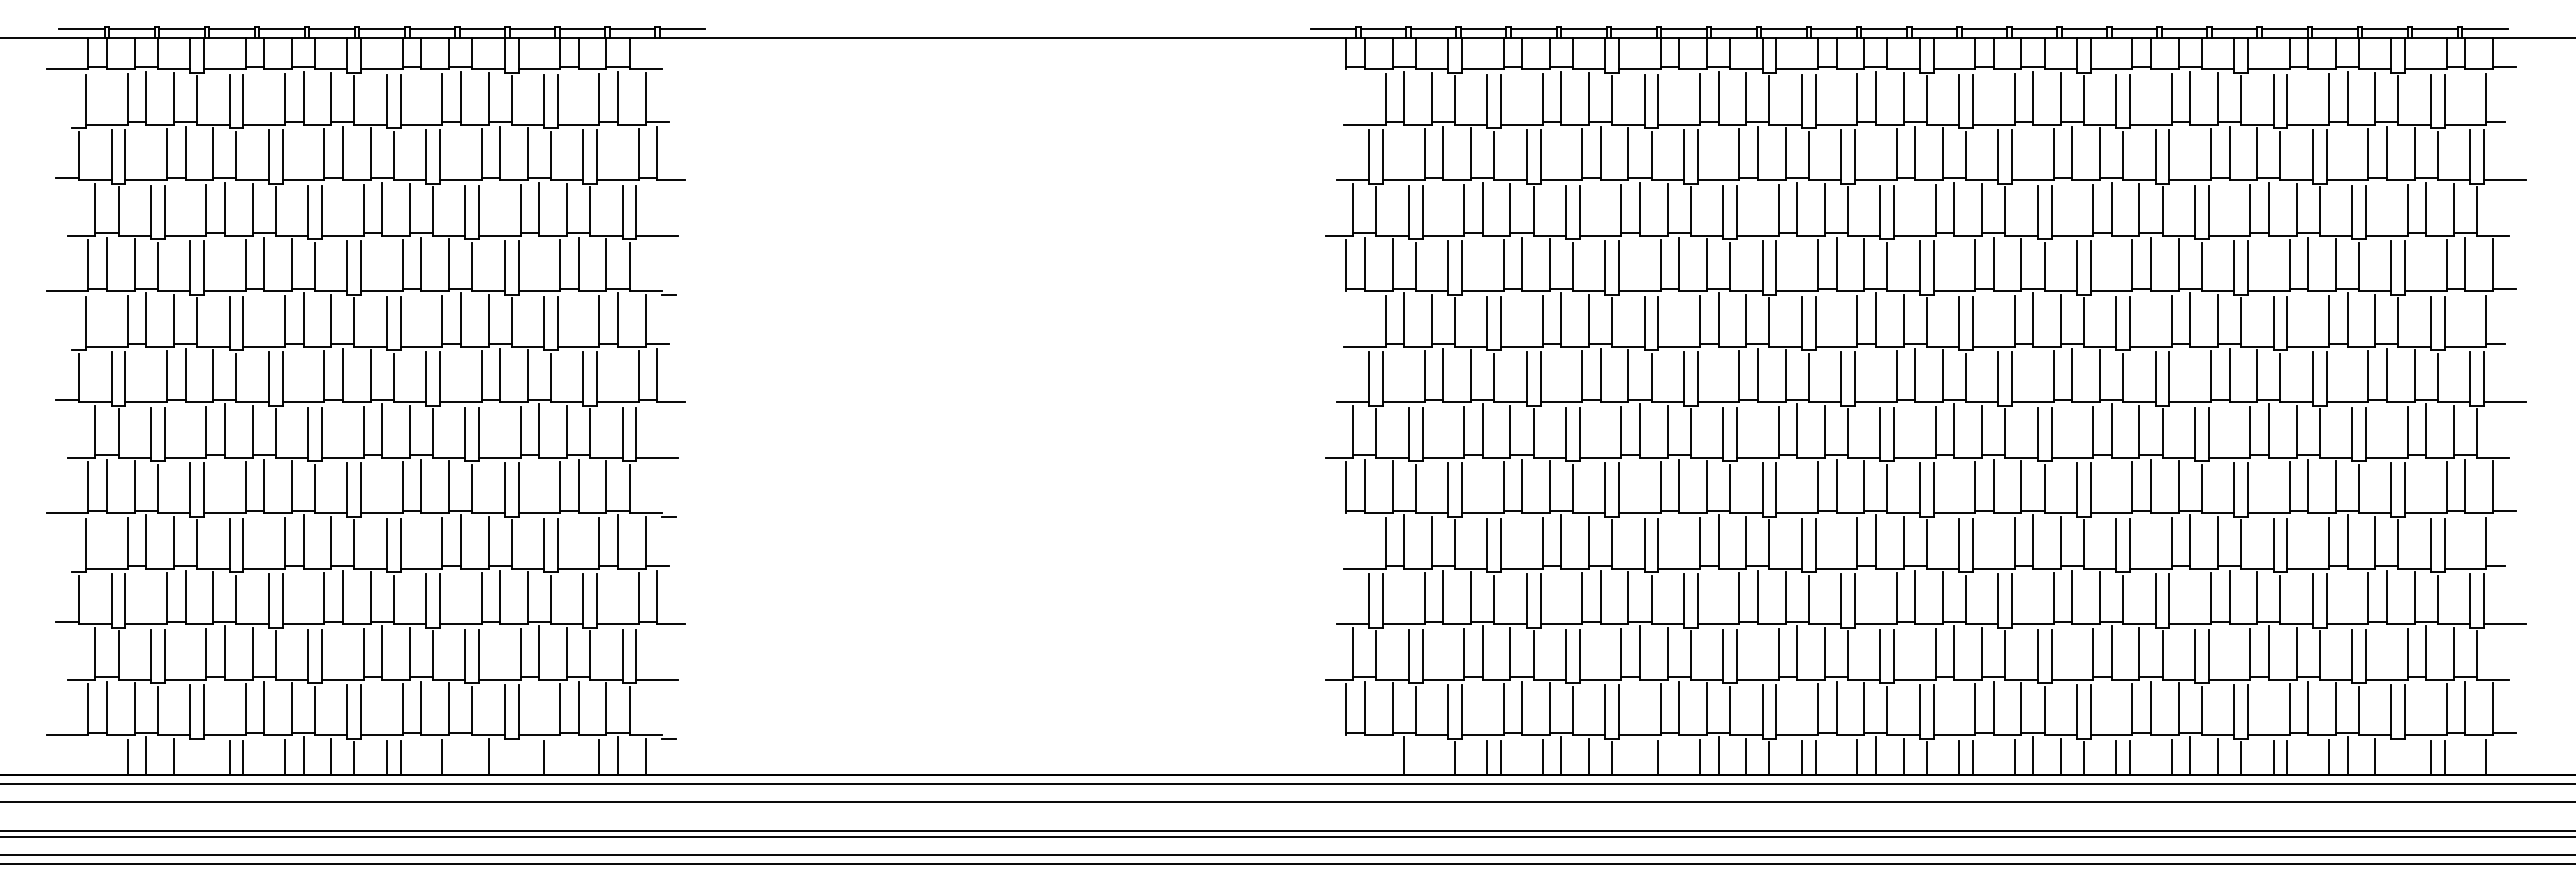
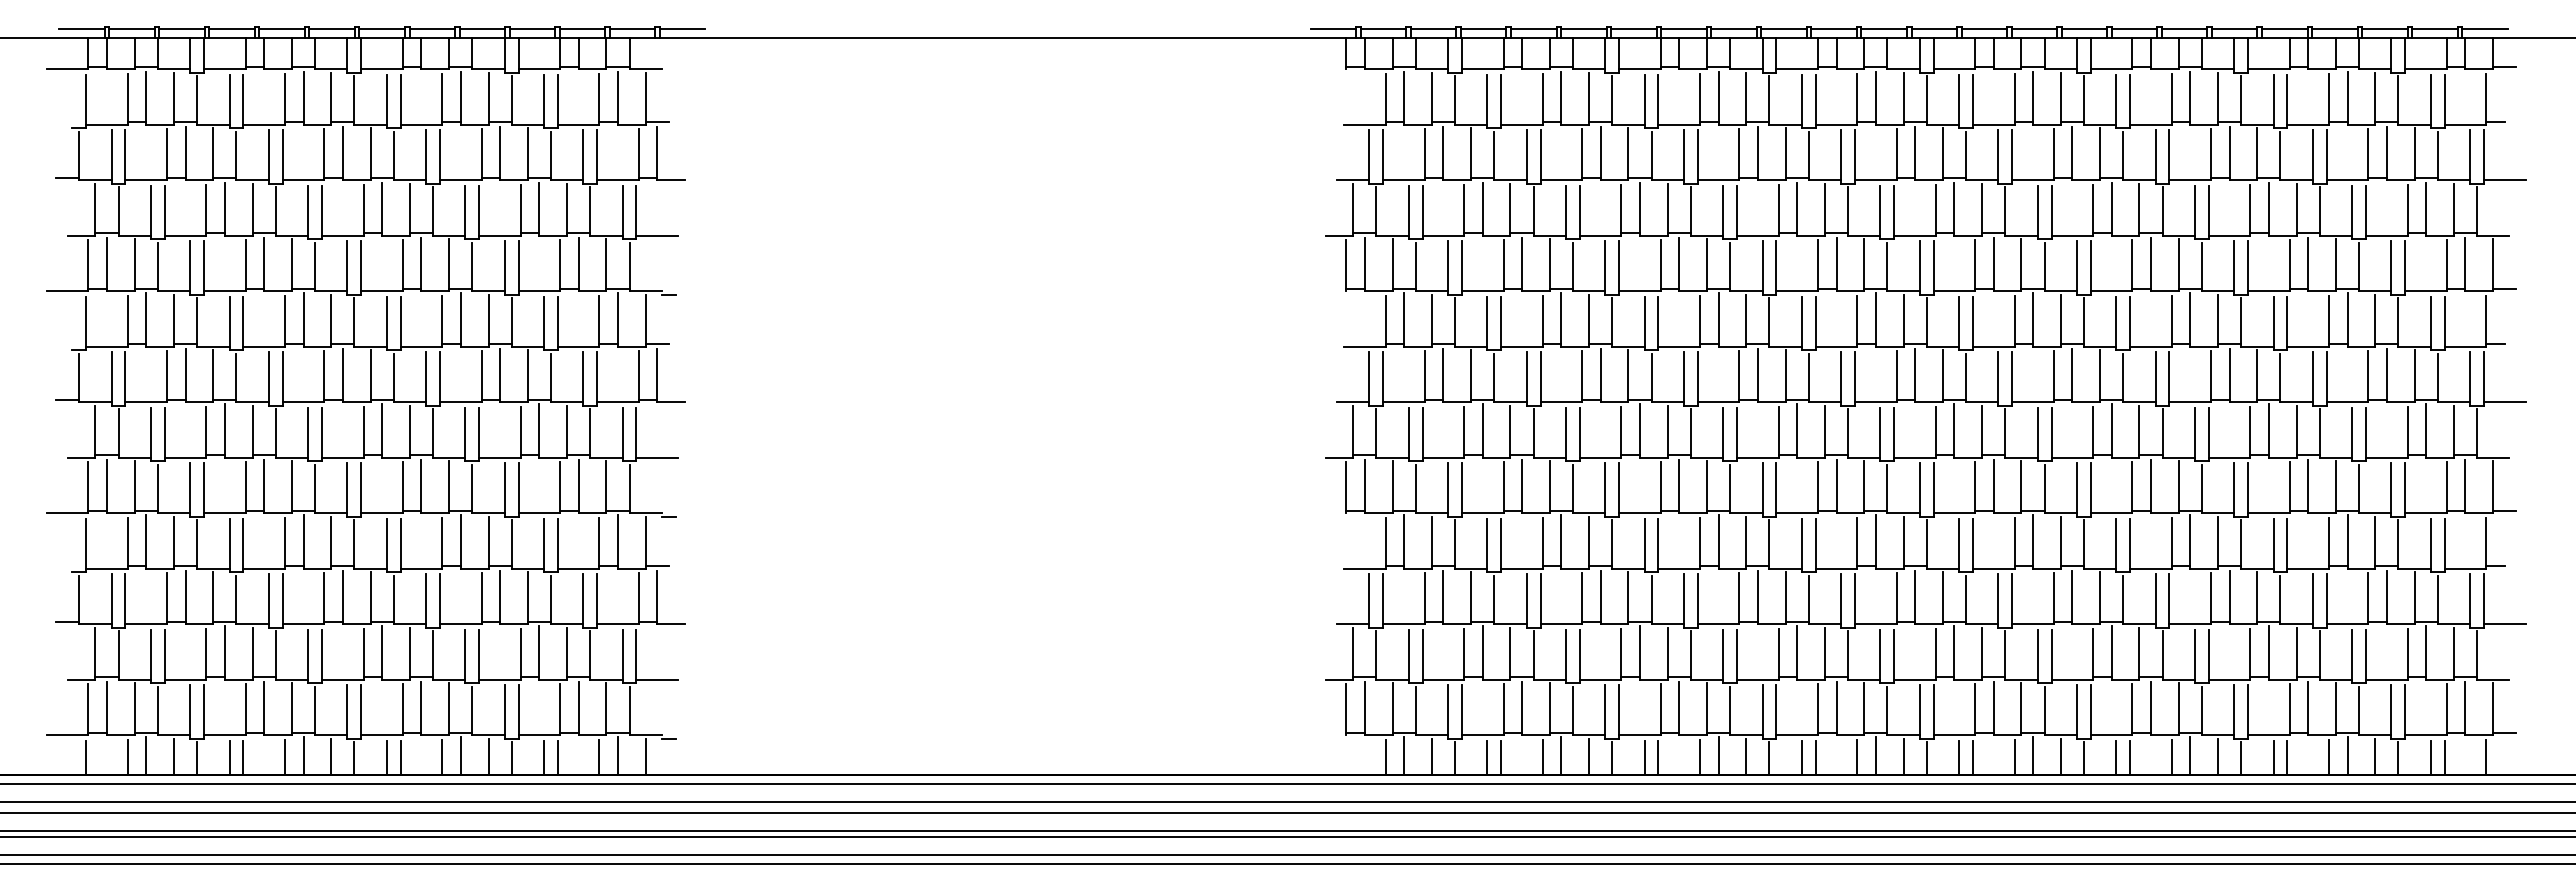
line at (460, 756): none -> present
line at (1431, 756): none -> present
line at (86, 757): none -> present
line at (557, 757): none -> present
line at (1385, 757): none -> present
line at (1644, 757): none -> present
line at (197, 758): none -> present
line at (511, 758): none -> present
line at (2398, 758): none -> present
line at (1287, 813): none -> present
